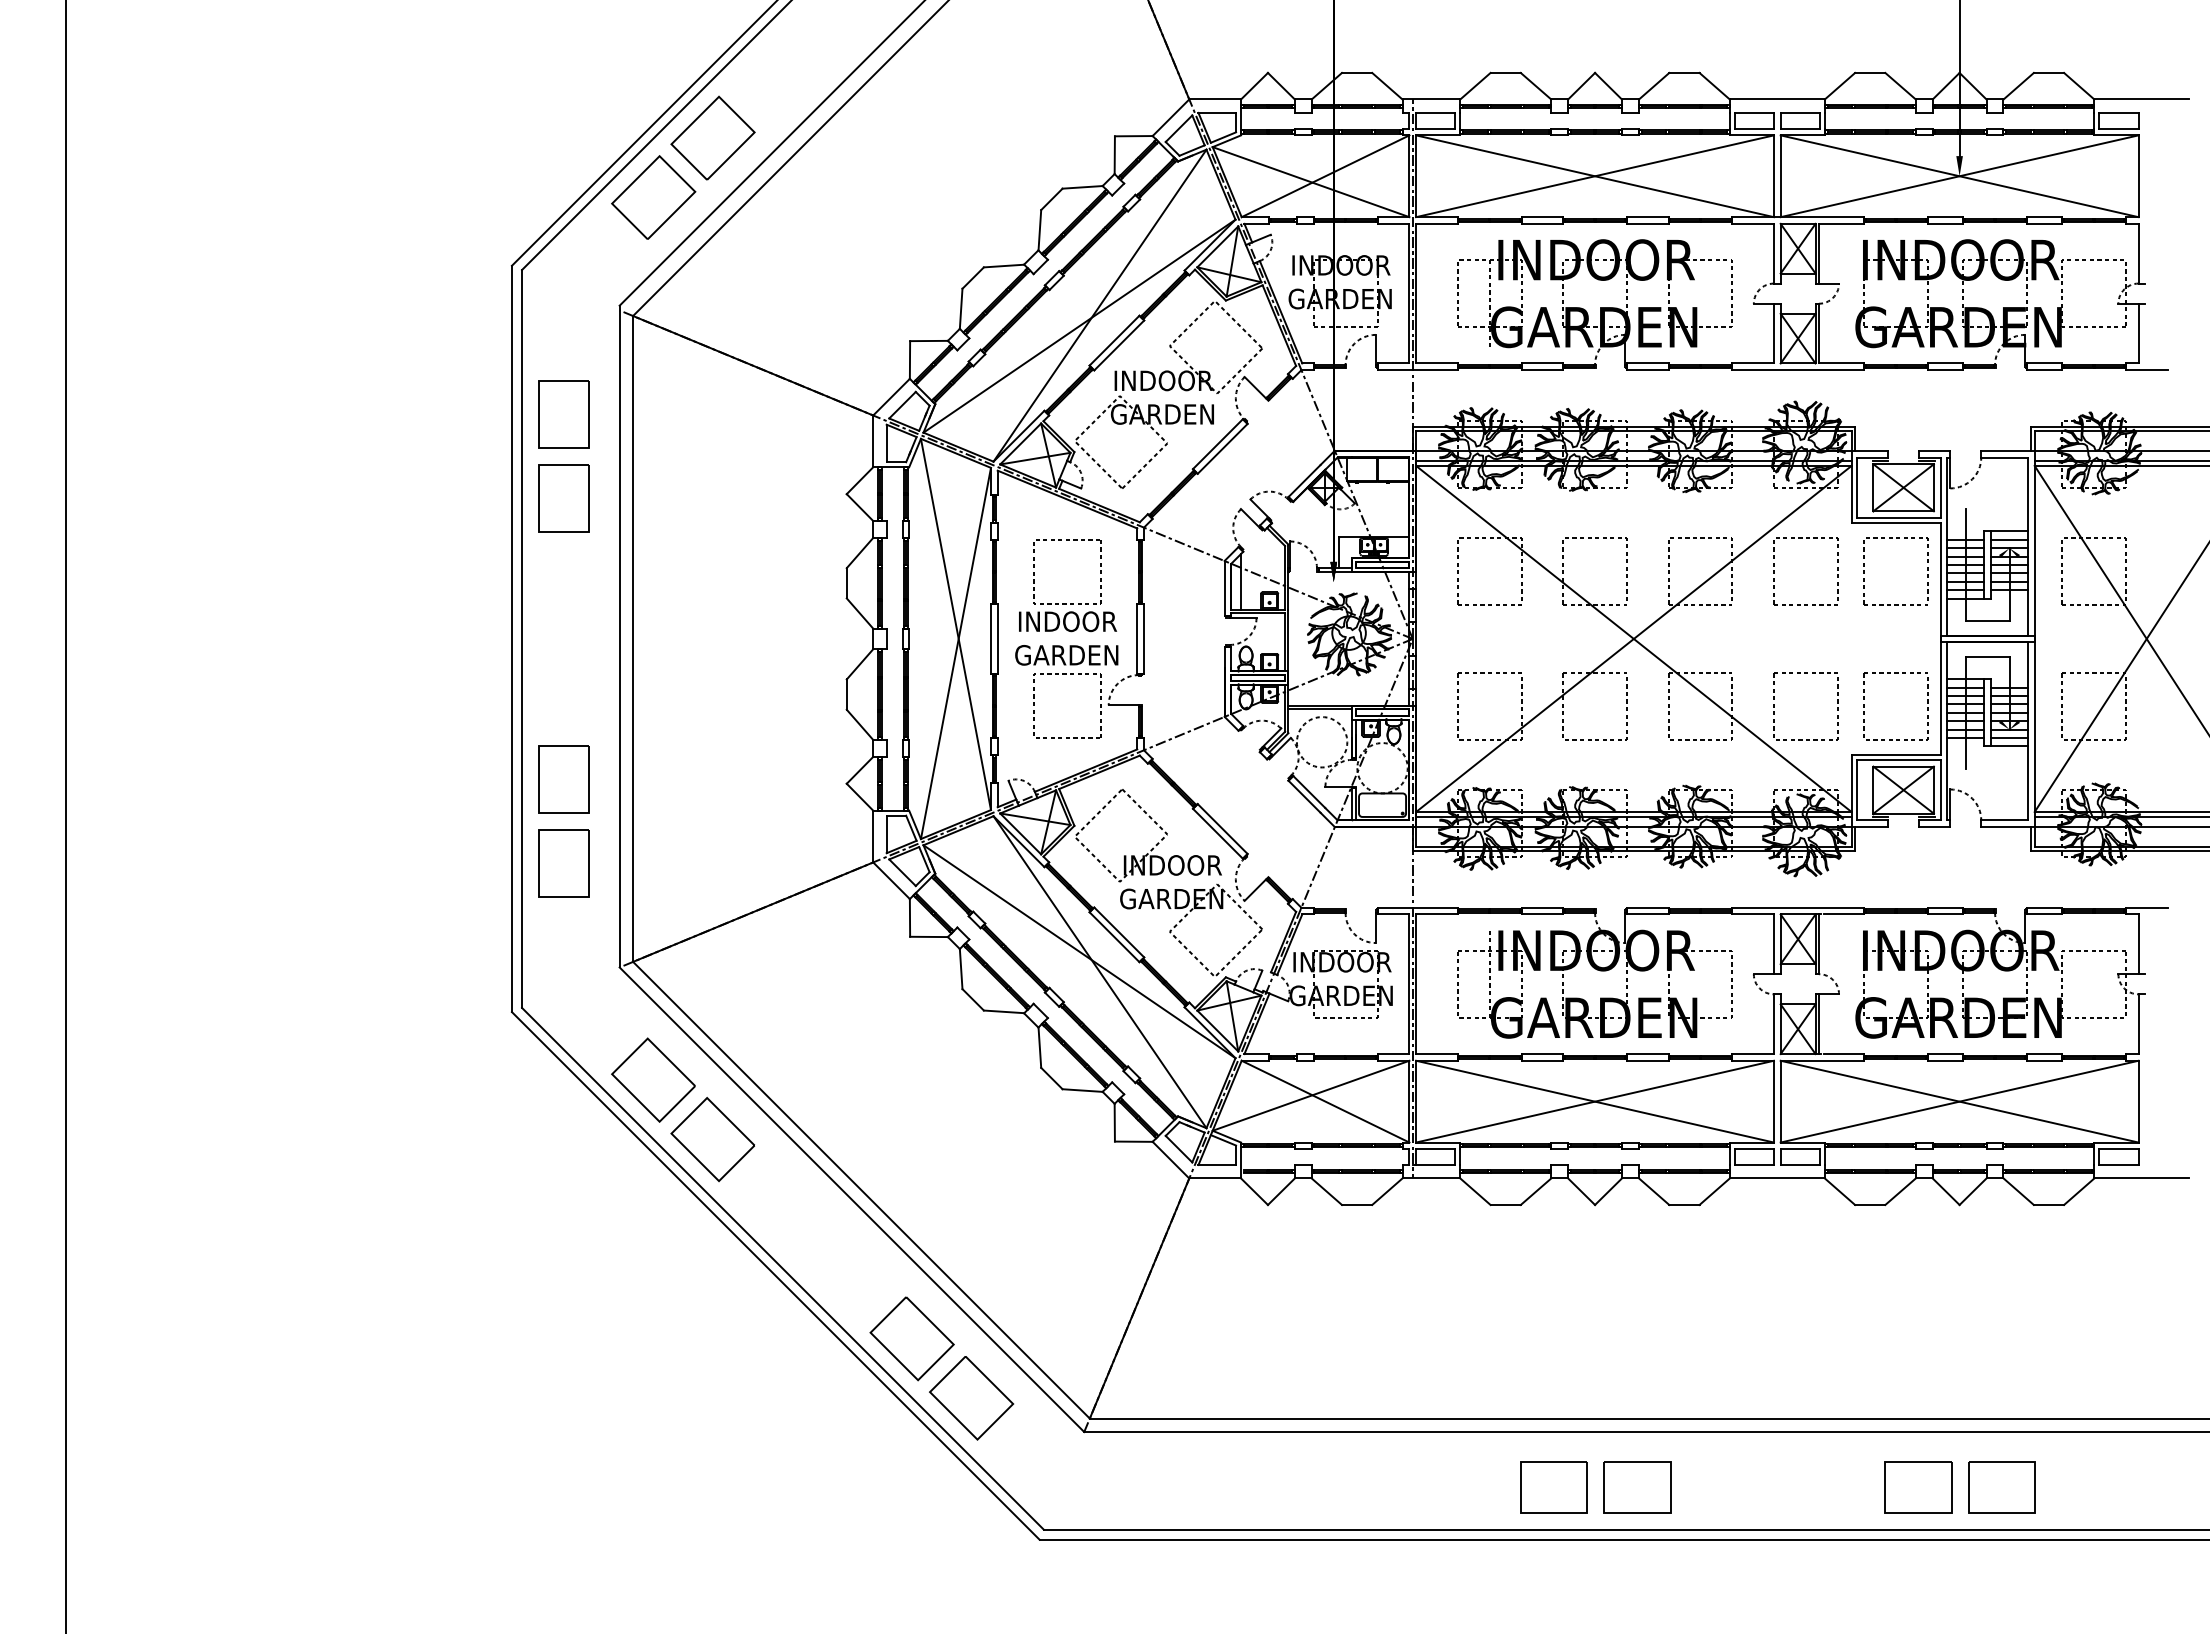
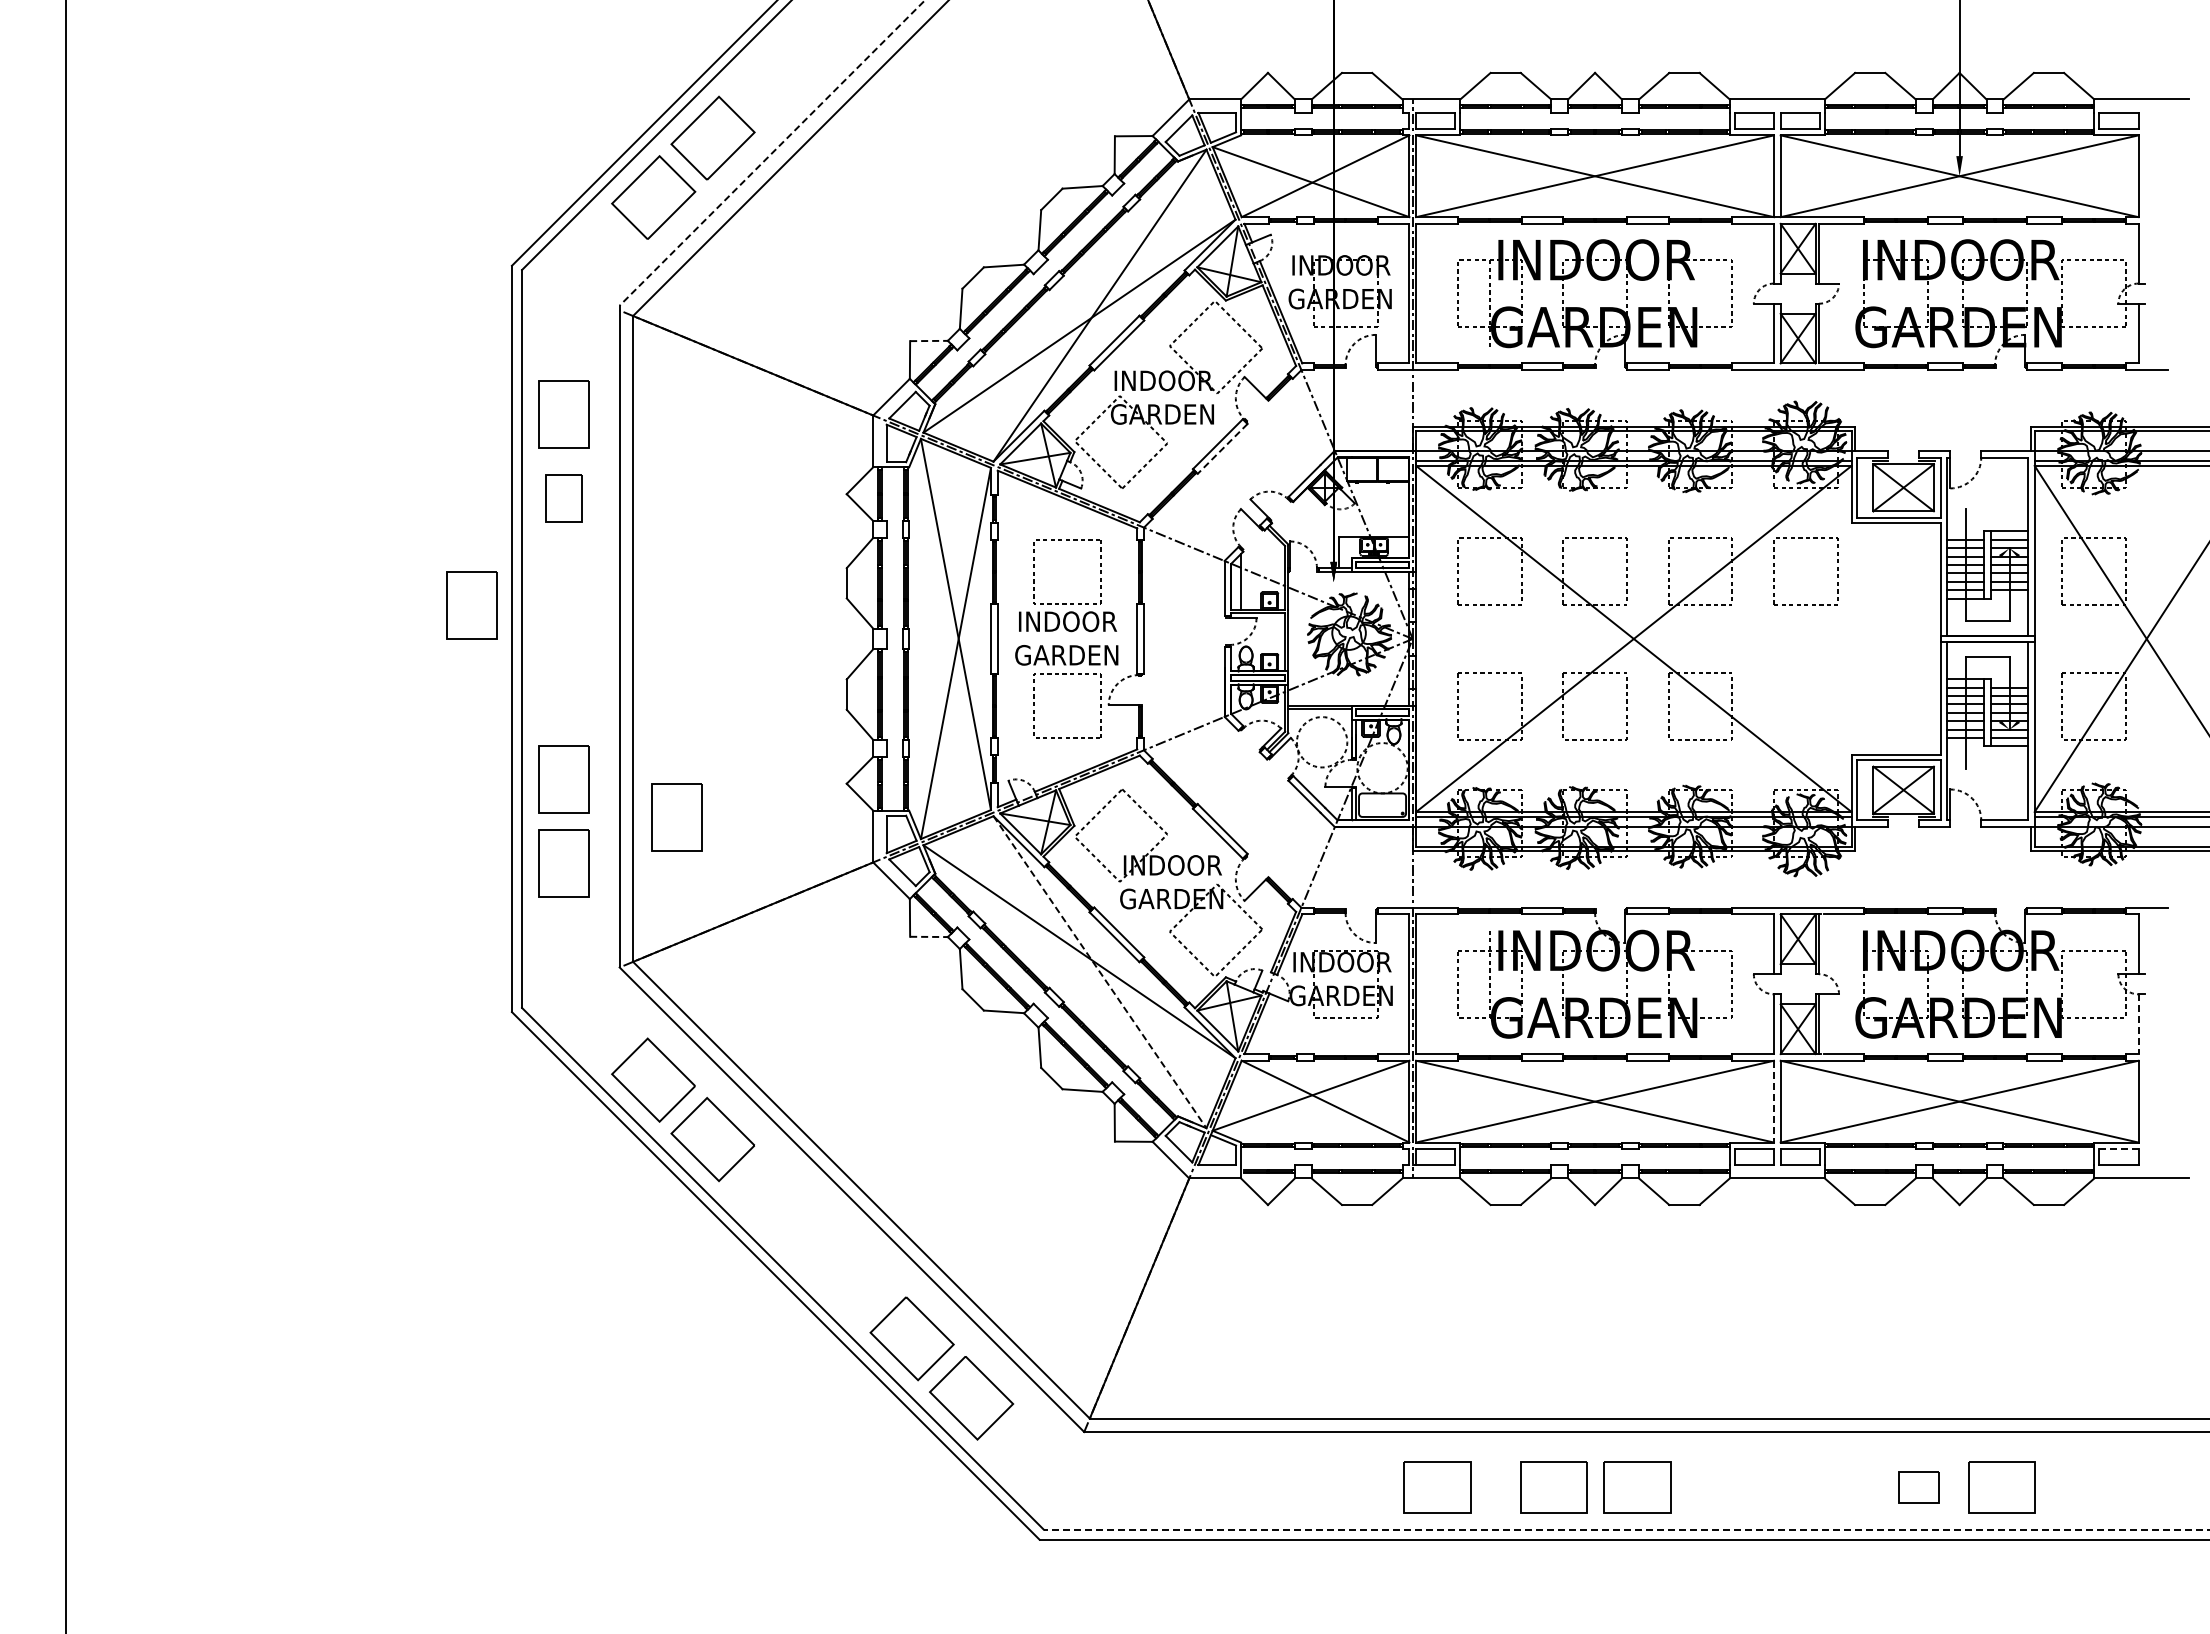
line at (772, 153): solid -> dashed
line at (929, 341): solid -> dashed
line at (1222, 449): solid -> dashed
part at (563, 498) size: 52x69 px -> 38x49 px
part at (1864, 571): present -> none
part at (471, 605): none -> present
part at (1774, 706): present -> none
part at (1864, 706): present -> none
part at (676, 817): none -> present
line at (929, 936): solid -> dashed
line at (1100, 972): solid -> dashed
line at (2138, 1024): solid -> dashed
line at (1773, 1101): solid -> dashed
line at (2118, 1149): solid -> dashed
part at (1437, 1487): none -> present
part at (1918, 1487) size: 69x53 px -> 42x33 px
line at (1626, 1529): solid -> dashed
